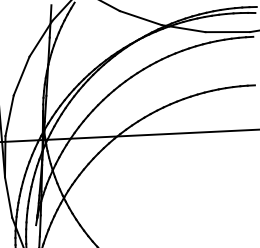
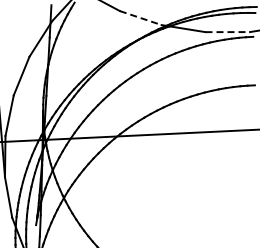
line at (141, 18): solid -> dashed
line at (228, 32): solid -> dashed
